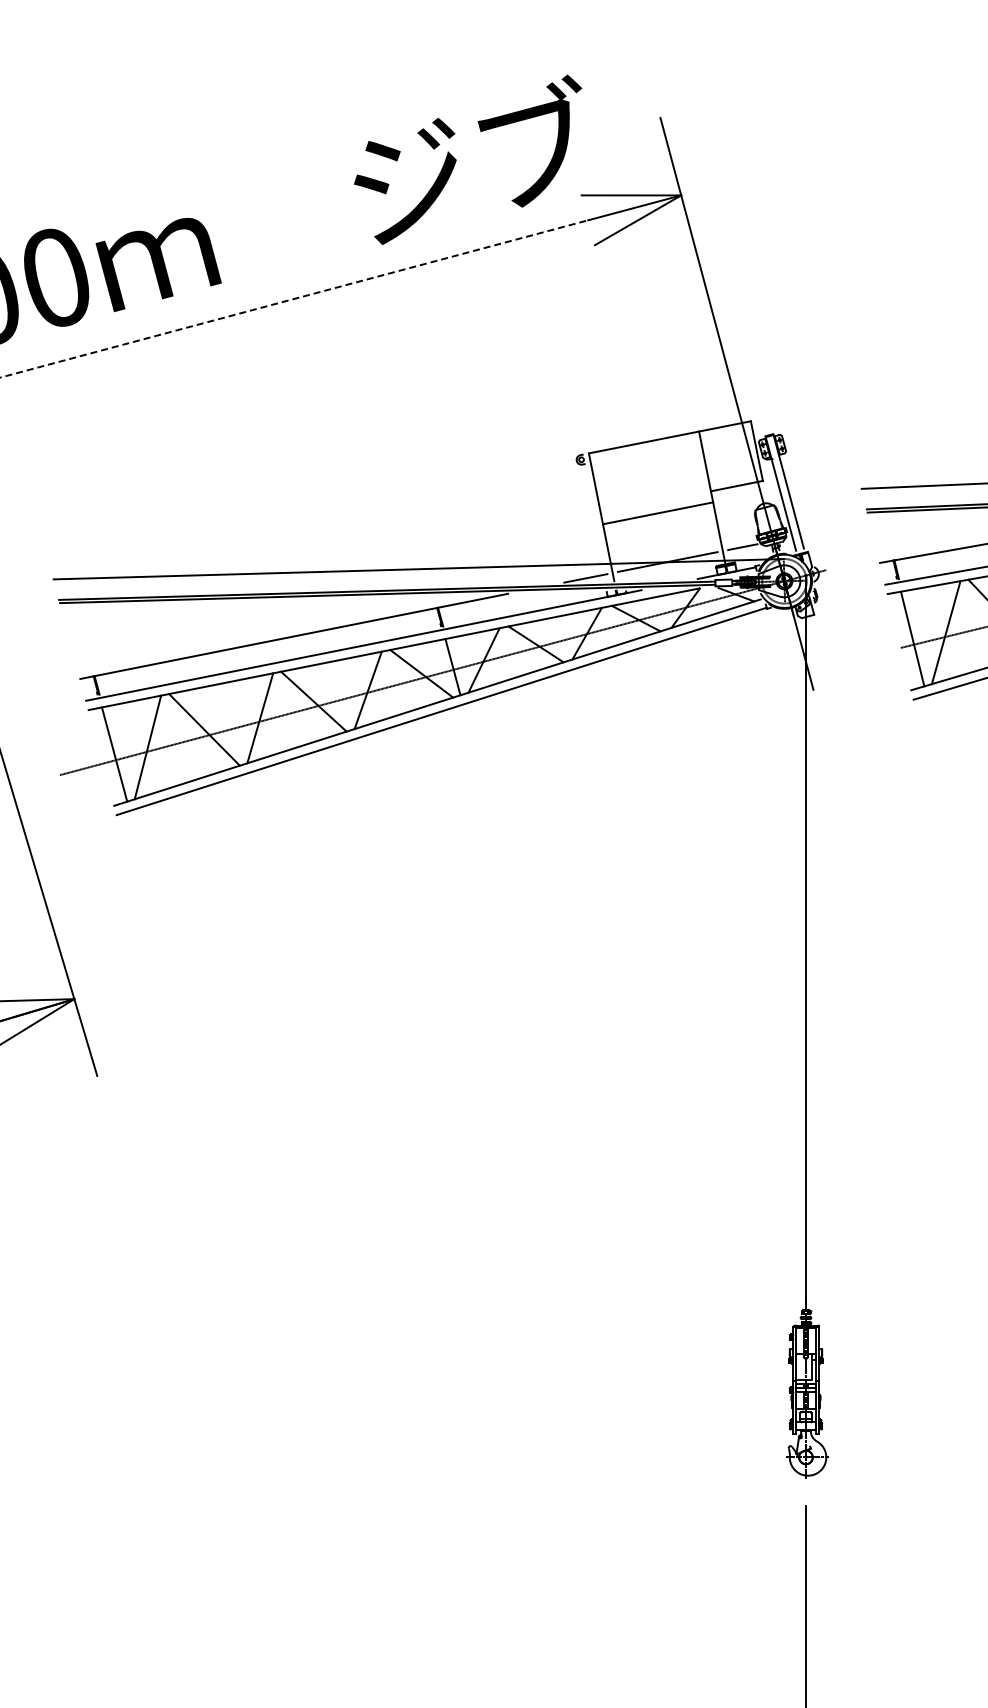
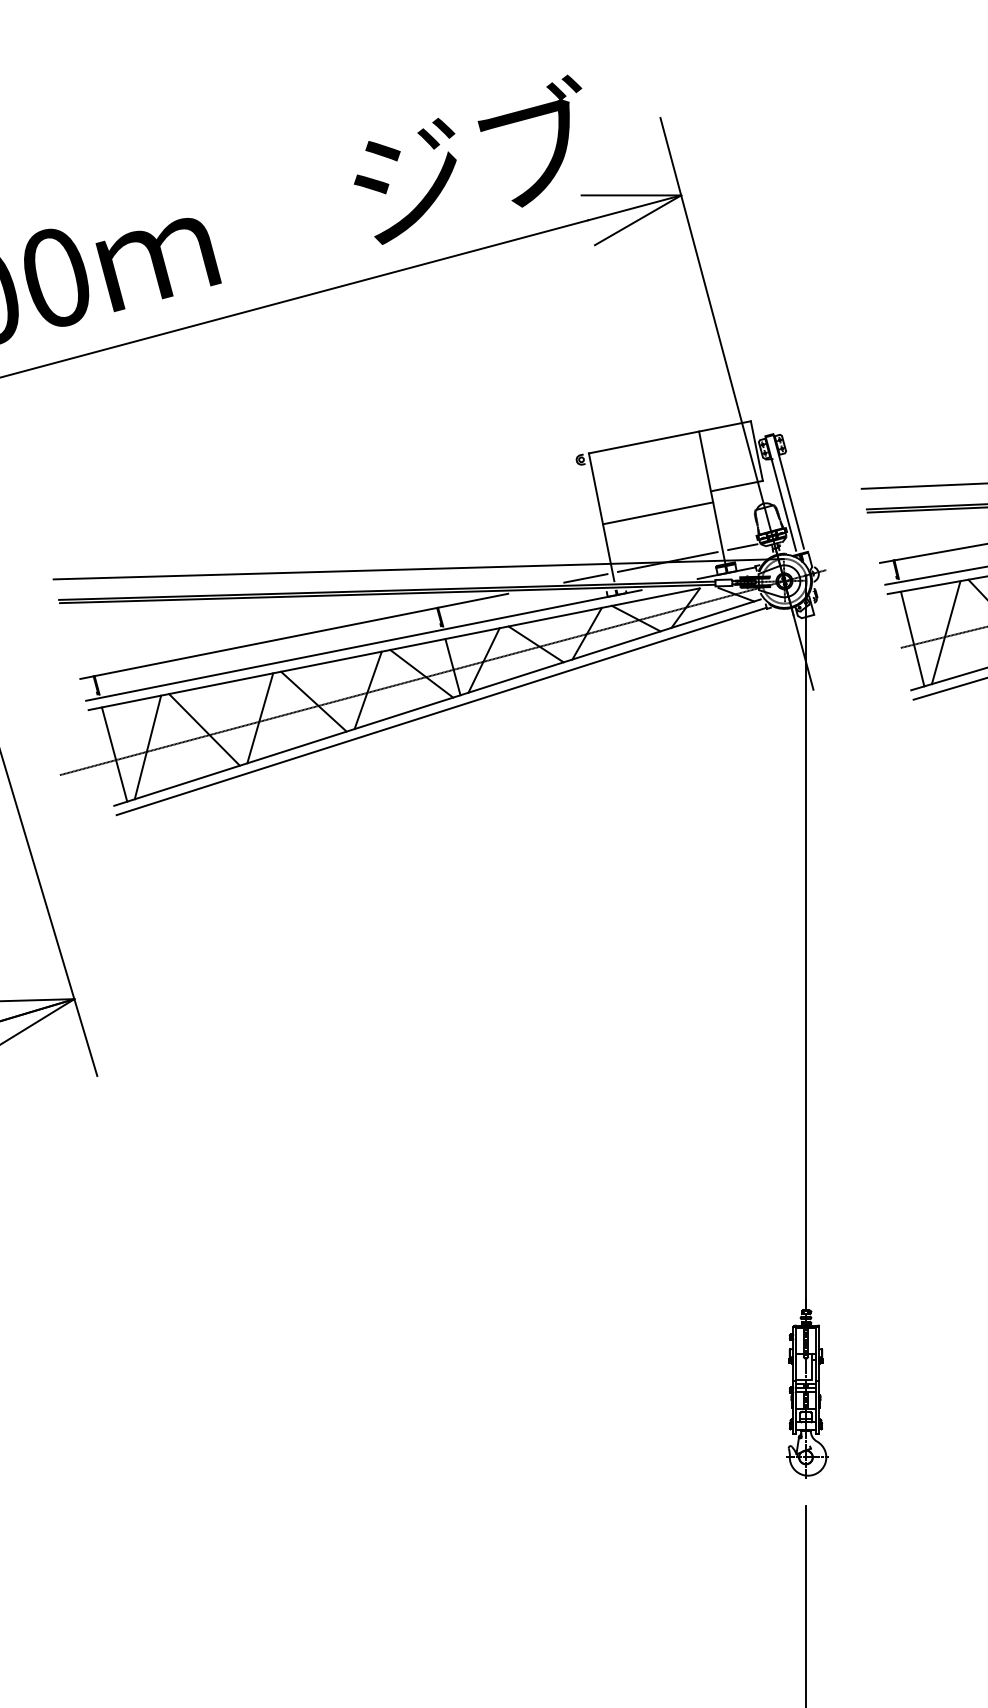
line at (294, 298): dashed -> solid
